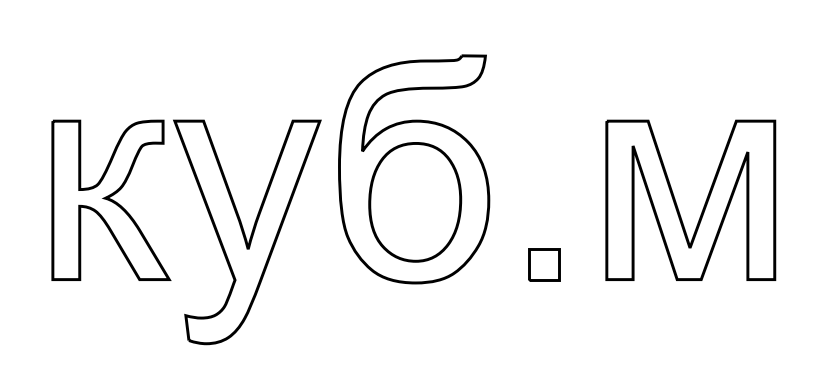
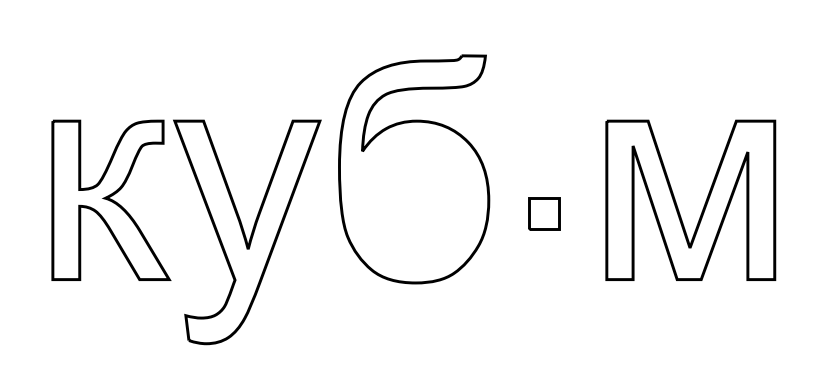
part at (415, 202): present -> none
part at (544, 264) position: (544, 264) -> (544, 213)
